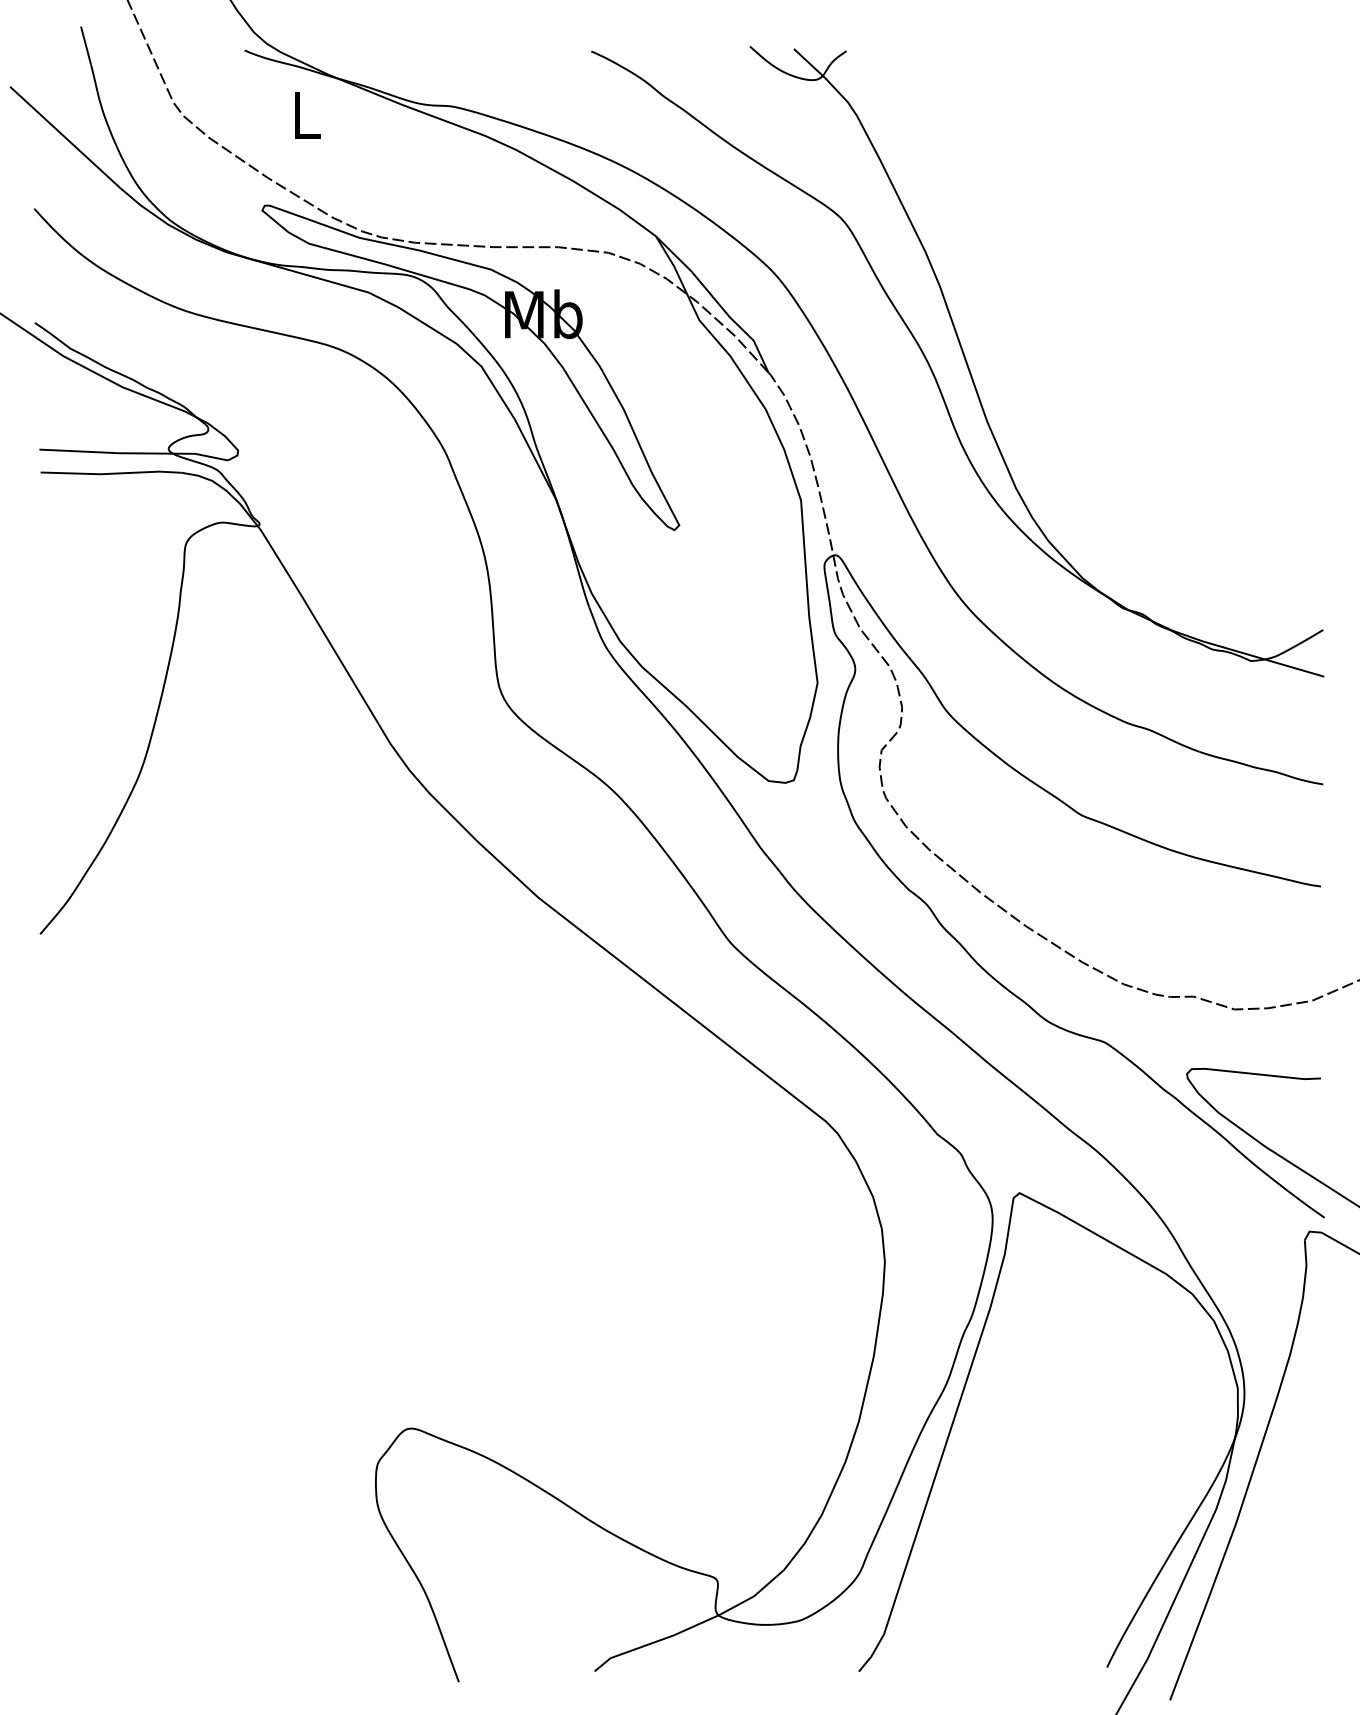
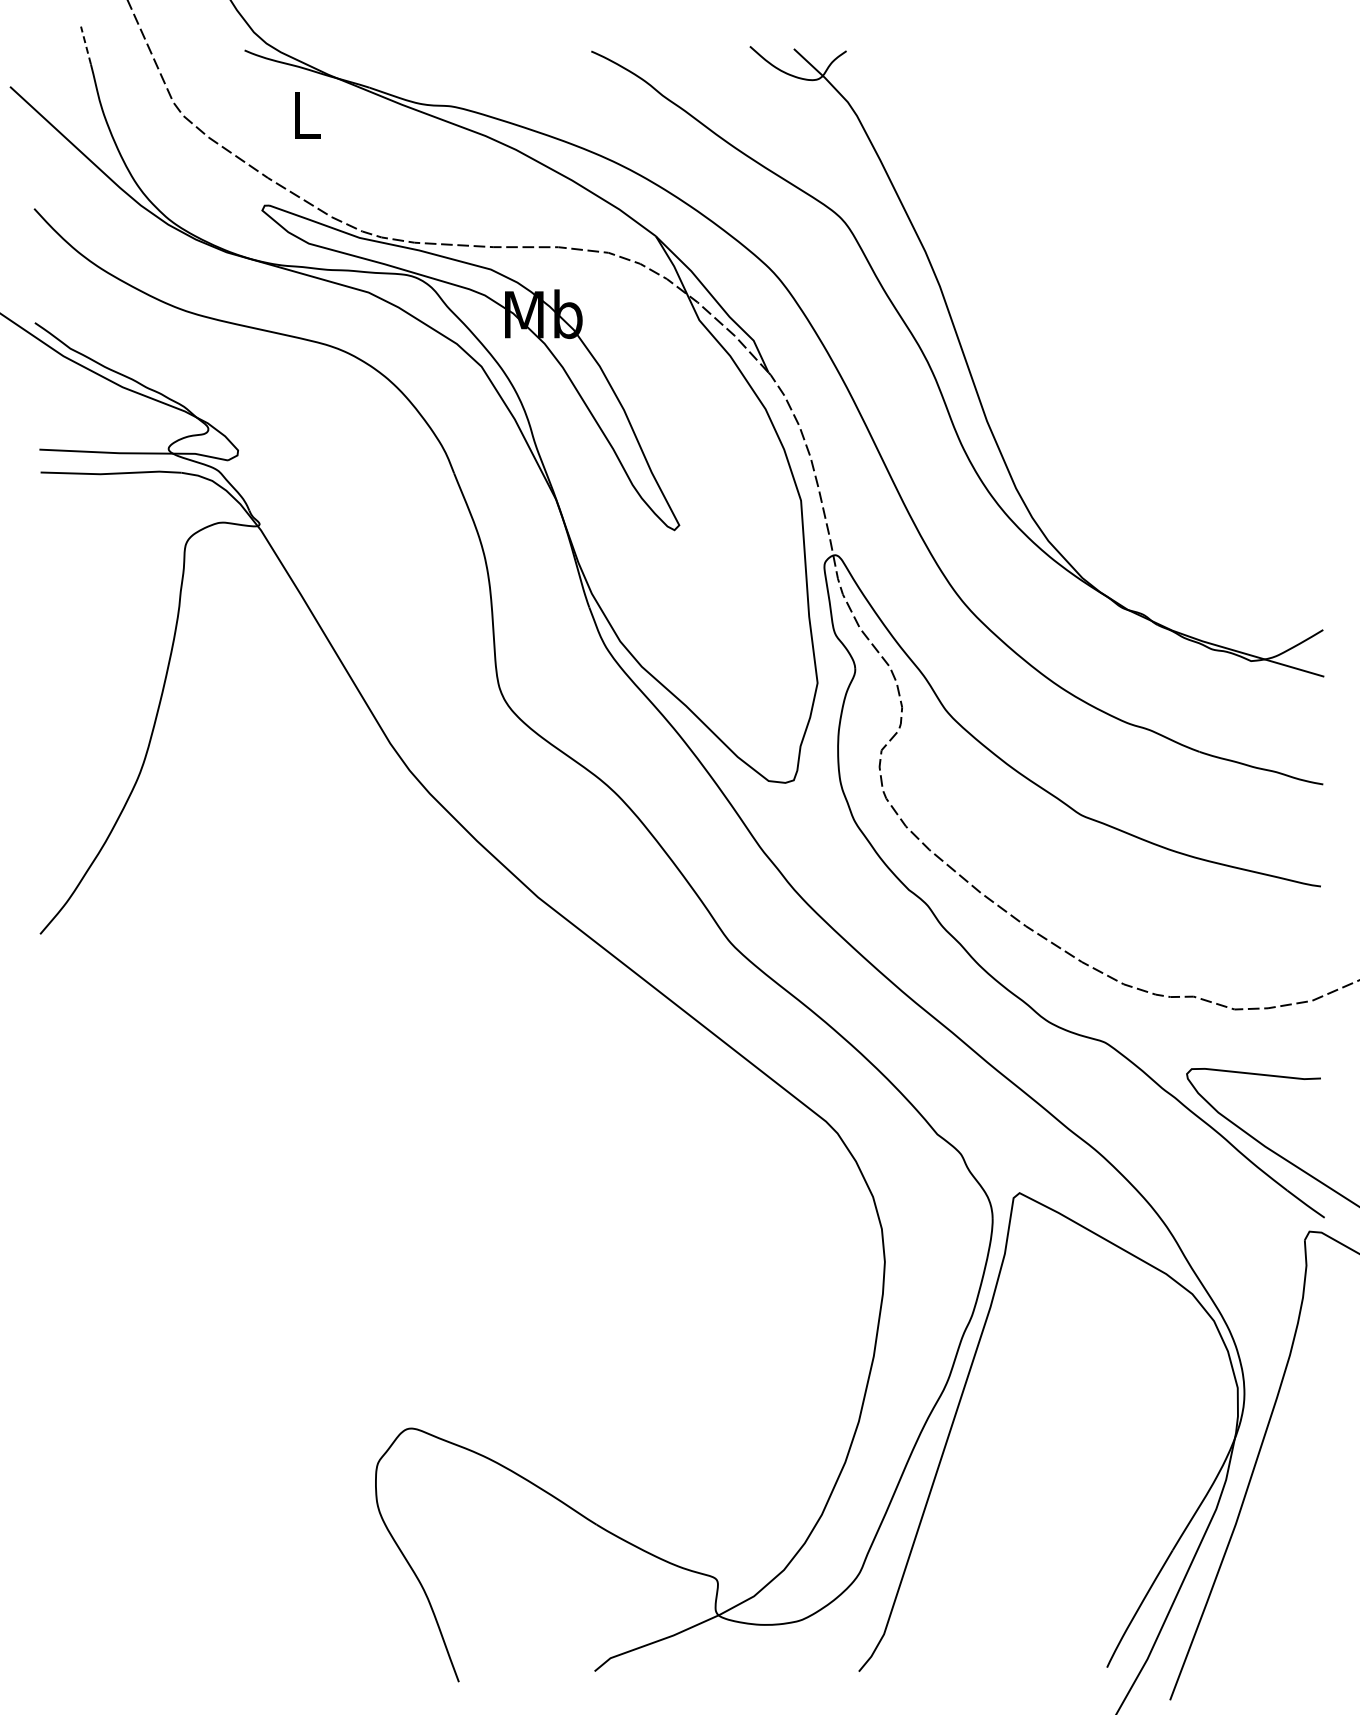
line at (85, 45): solid -> dashed
